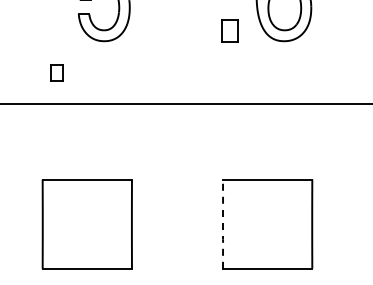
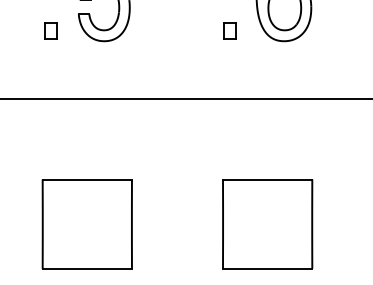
part at (229, 30) size: 18x24 px -> 14x18 px
part at (56, 72) position: (56, 72) -> (50, 30)
line at (185, 103) position: (185, 103) -> (185, 98)
line at (223, 223): dashed -> solid
